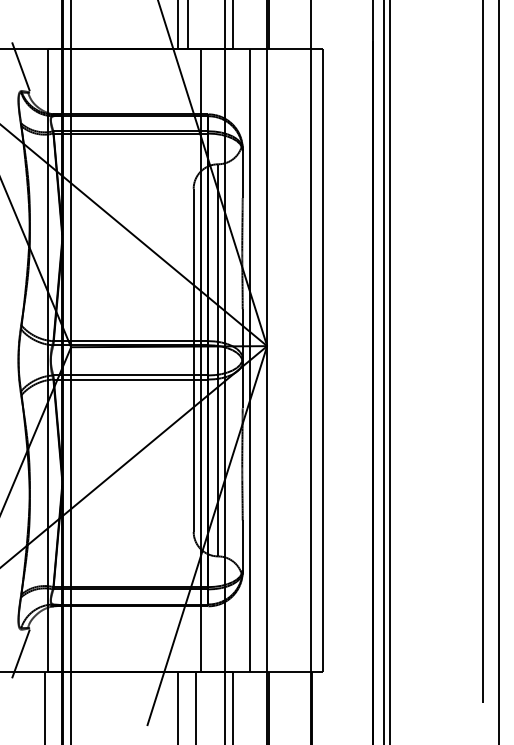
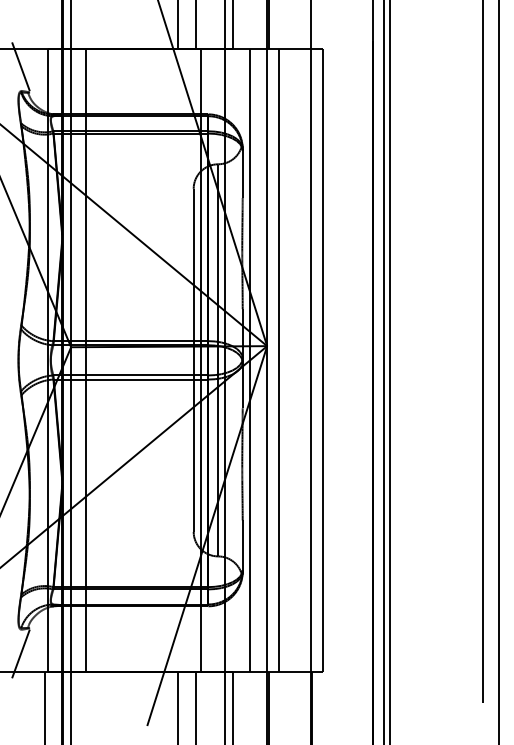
line at (188, 25) position: (188, 25) -> (196, 25)
line at (85, 360): none -> present
line at (278, 360): none -> present
